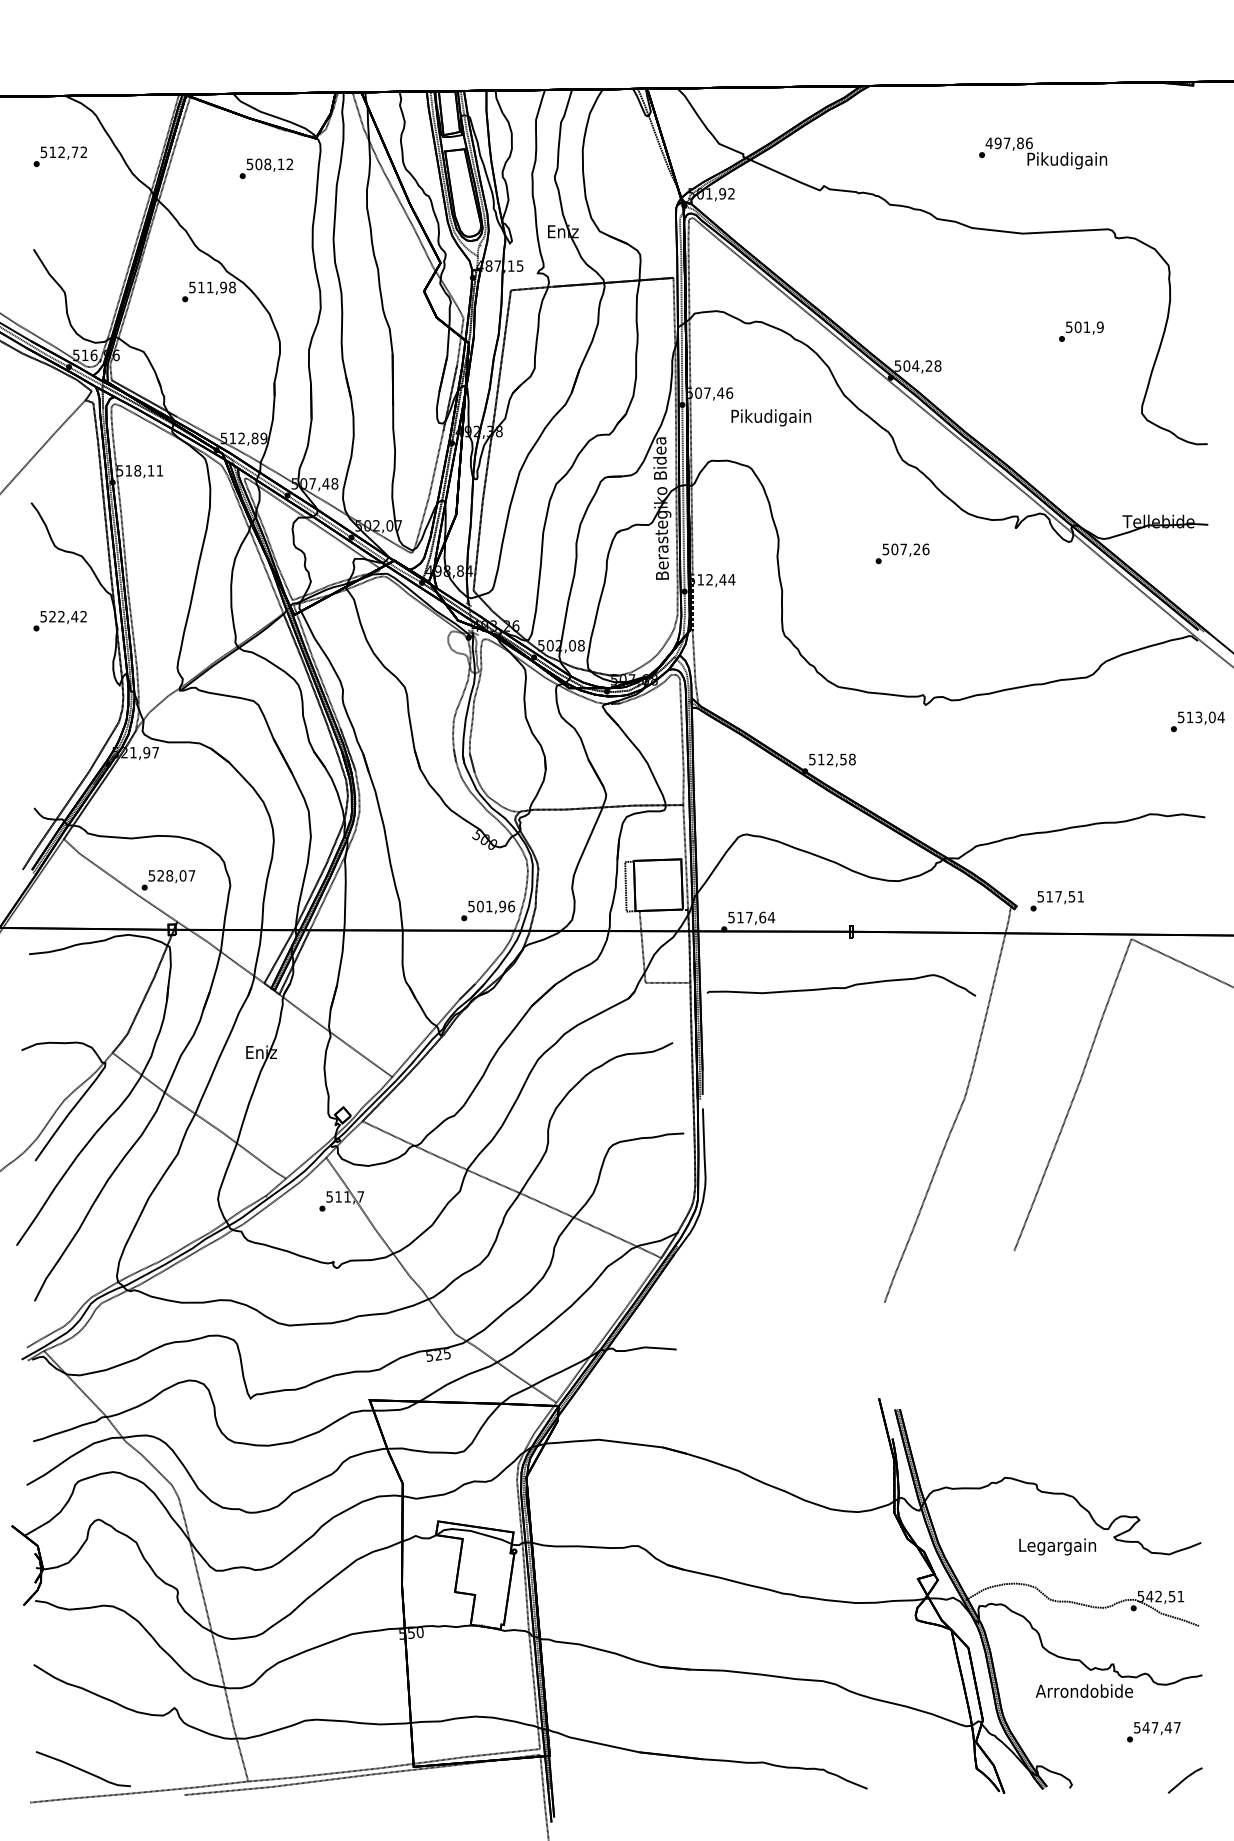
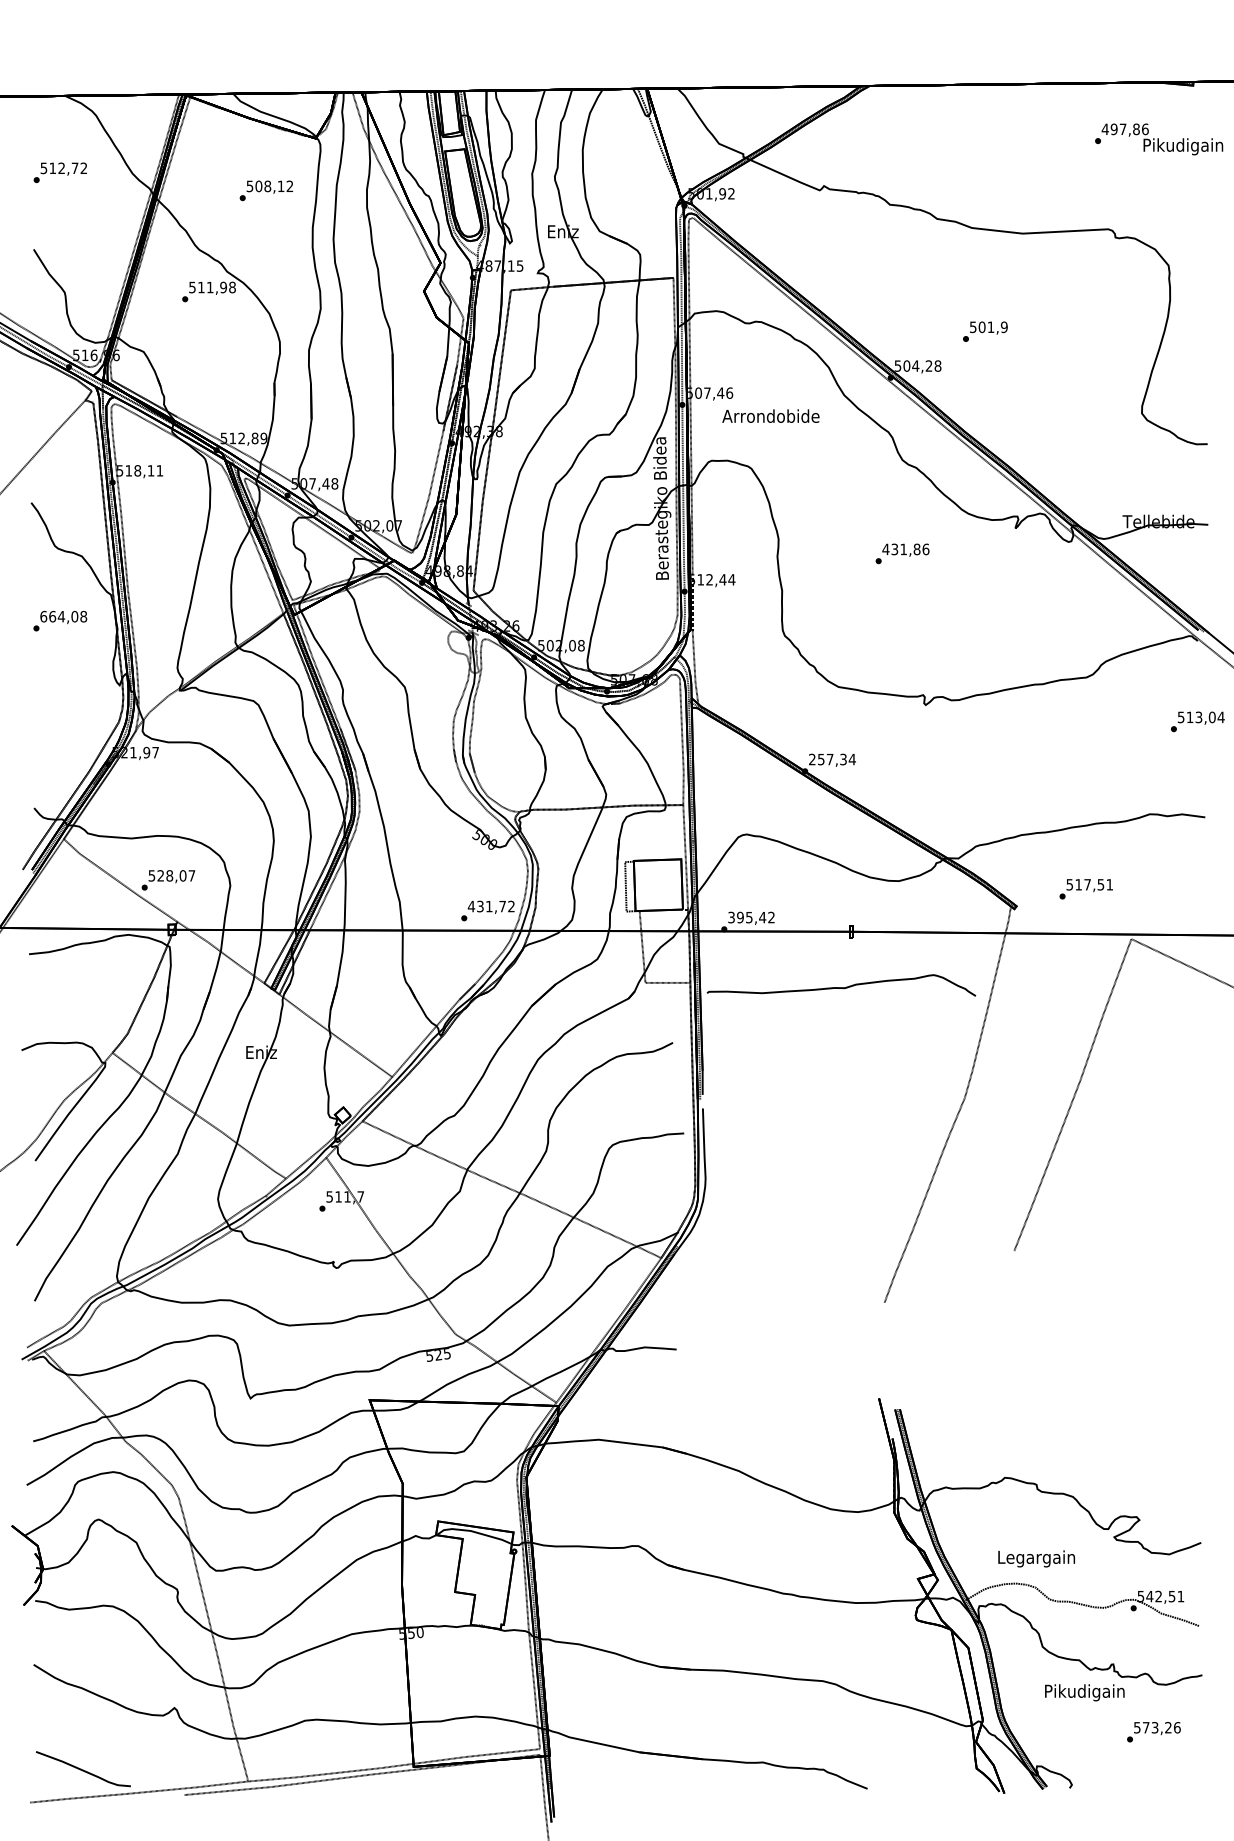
text at (1043, 153) position: (1043, 153) -> (1159, 139)
text at (59, 156) position: (59, 156) -> (59, 172)
text at (265, 168) position: (265, 168) -> (265, 190)
text at (1081, 331) position: (1081, 331) -> (985, 331)
text at (770, 417): Pikudigain -> Arrondobide
text at (901, 549): 507,26 -> 431,86
text at (63, 616): 522,42 -> 664,08
text at (832, 759): 512,58 -> 257,34
text at (1056, 901) position: (1056, 901) -> (1085, 889)
text at (491, 906): 501,96 -> 431,72
text at (751, 917): 517,64 -> 395,42
text at (1057, 1546) position: (1057, 1546) -> (1036, 1558)
text at (1084, 1692): Arrondobide -> Pikudigain
text at (1161, 1727): 547,47 -> 573,26
line at (1184, 1780): present -> none
